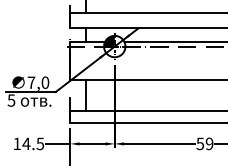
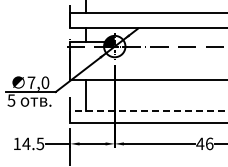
line at (174, 42): present -> none
line at (148, 110): solid -> dashed
text at (204, 143): 59 -> 46
